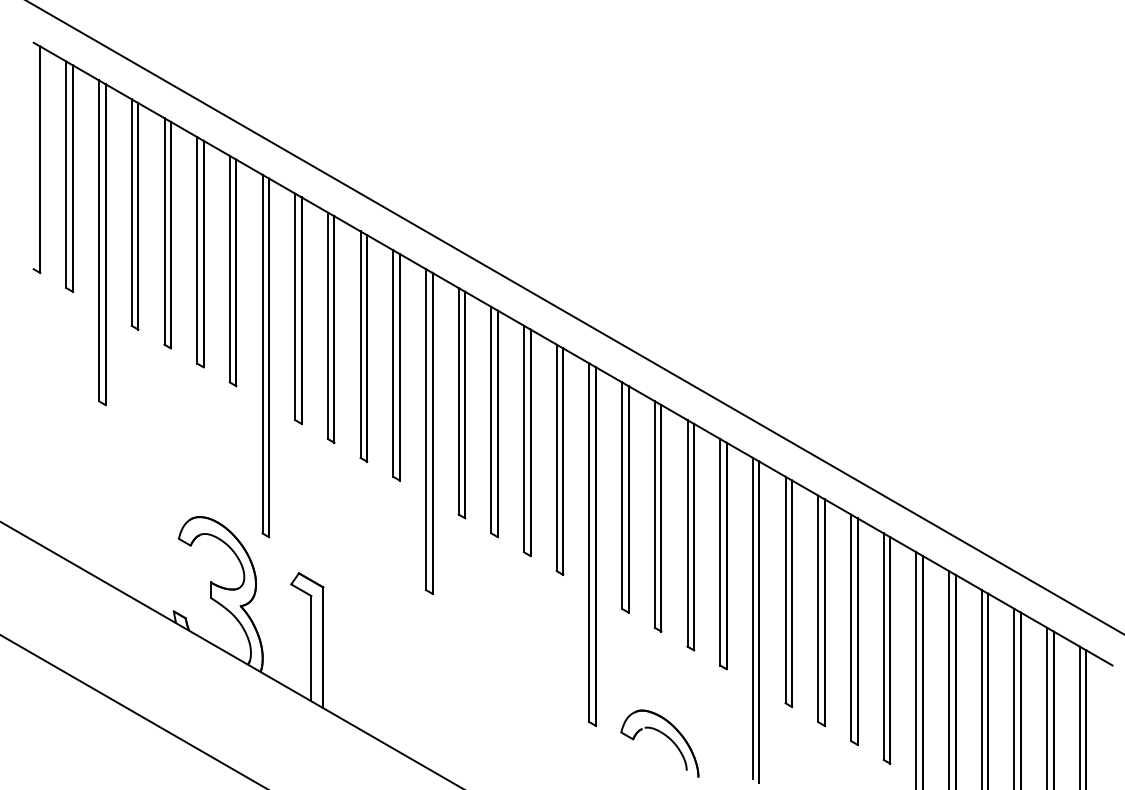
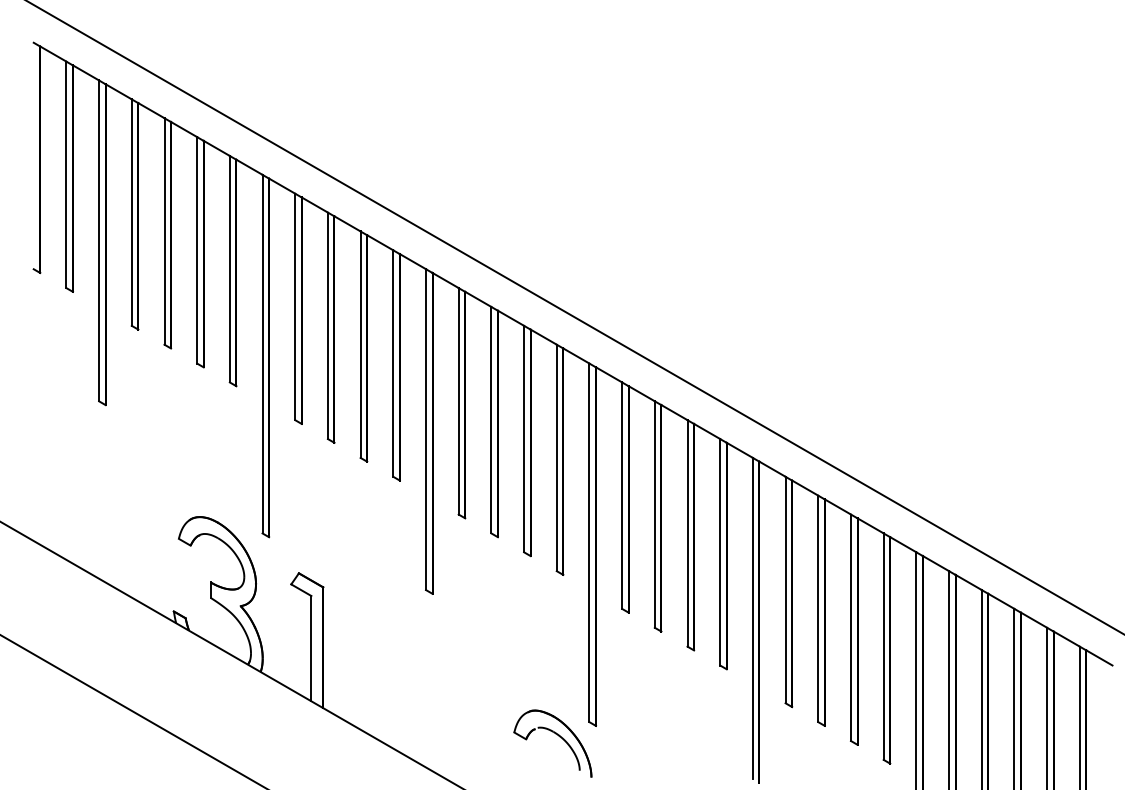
part at (665, 736) position: (665, 736) -> (558, 736)
